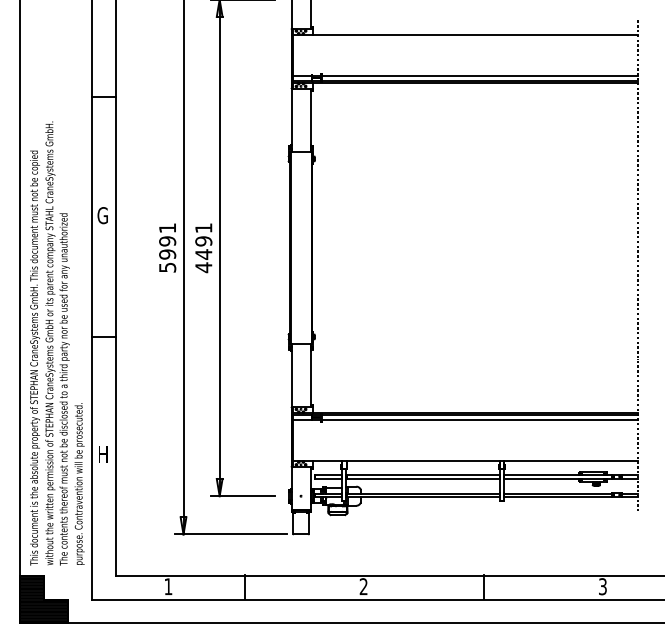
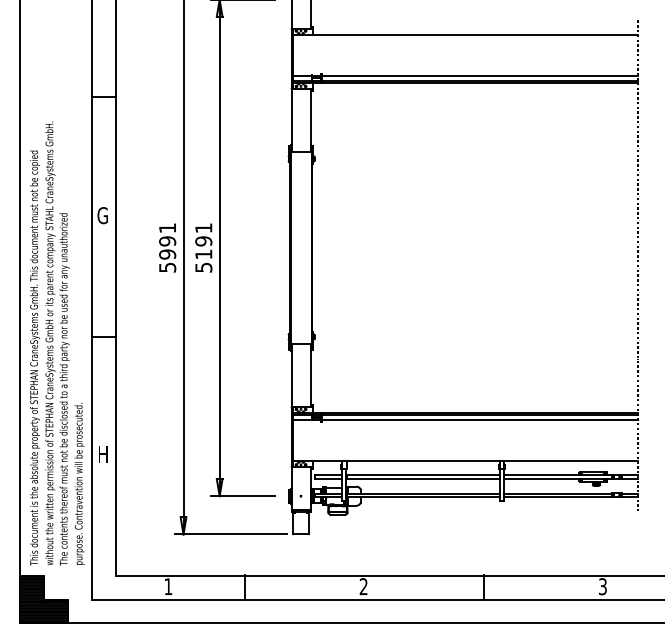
text at (203, 261): 4491 -> 5191
